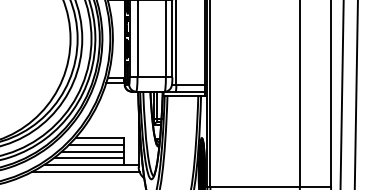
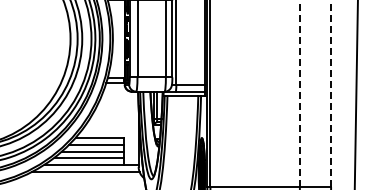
line at (299, 93): solid -> dashed
line at (331, 93): solid -> dashed
line at (341, 94): present -> none
